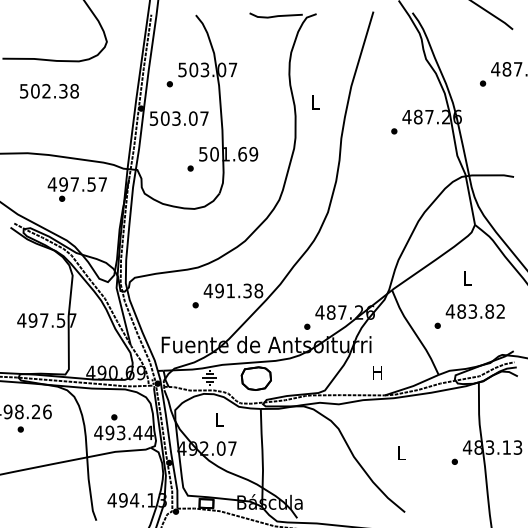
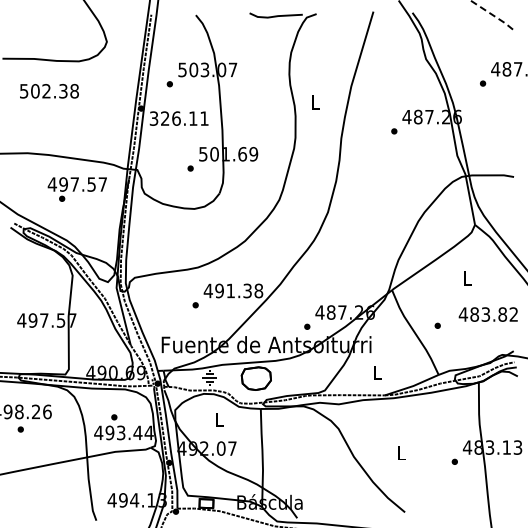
line at (492, 14): solid -> dashed
text at (179, 118): 503.07 -> 326.11
text at (474, 311) position: (474, 311) -> (487, 314)
text at (377, 372): H -> L
